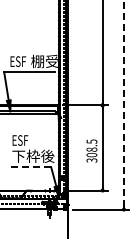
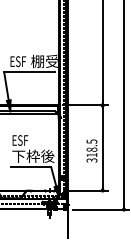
line at (123, 102): dashed -> solid
text at (91, 155): 308.5 -> 318.5
line at (31, 167): dashed -> solid
